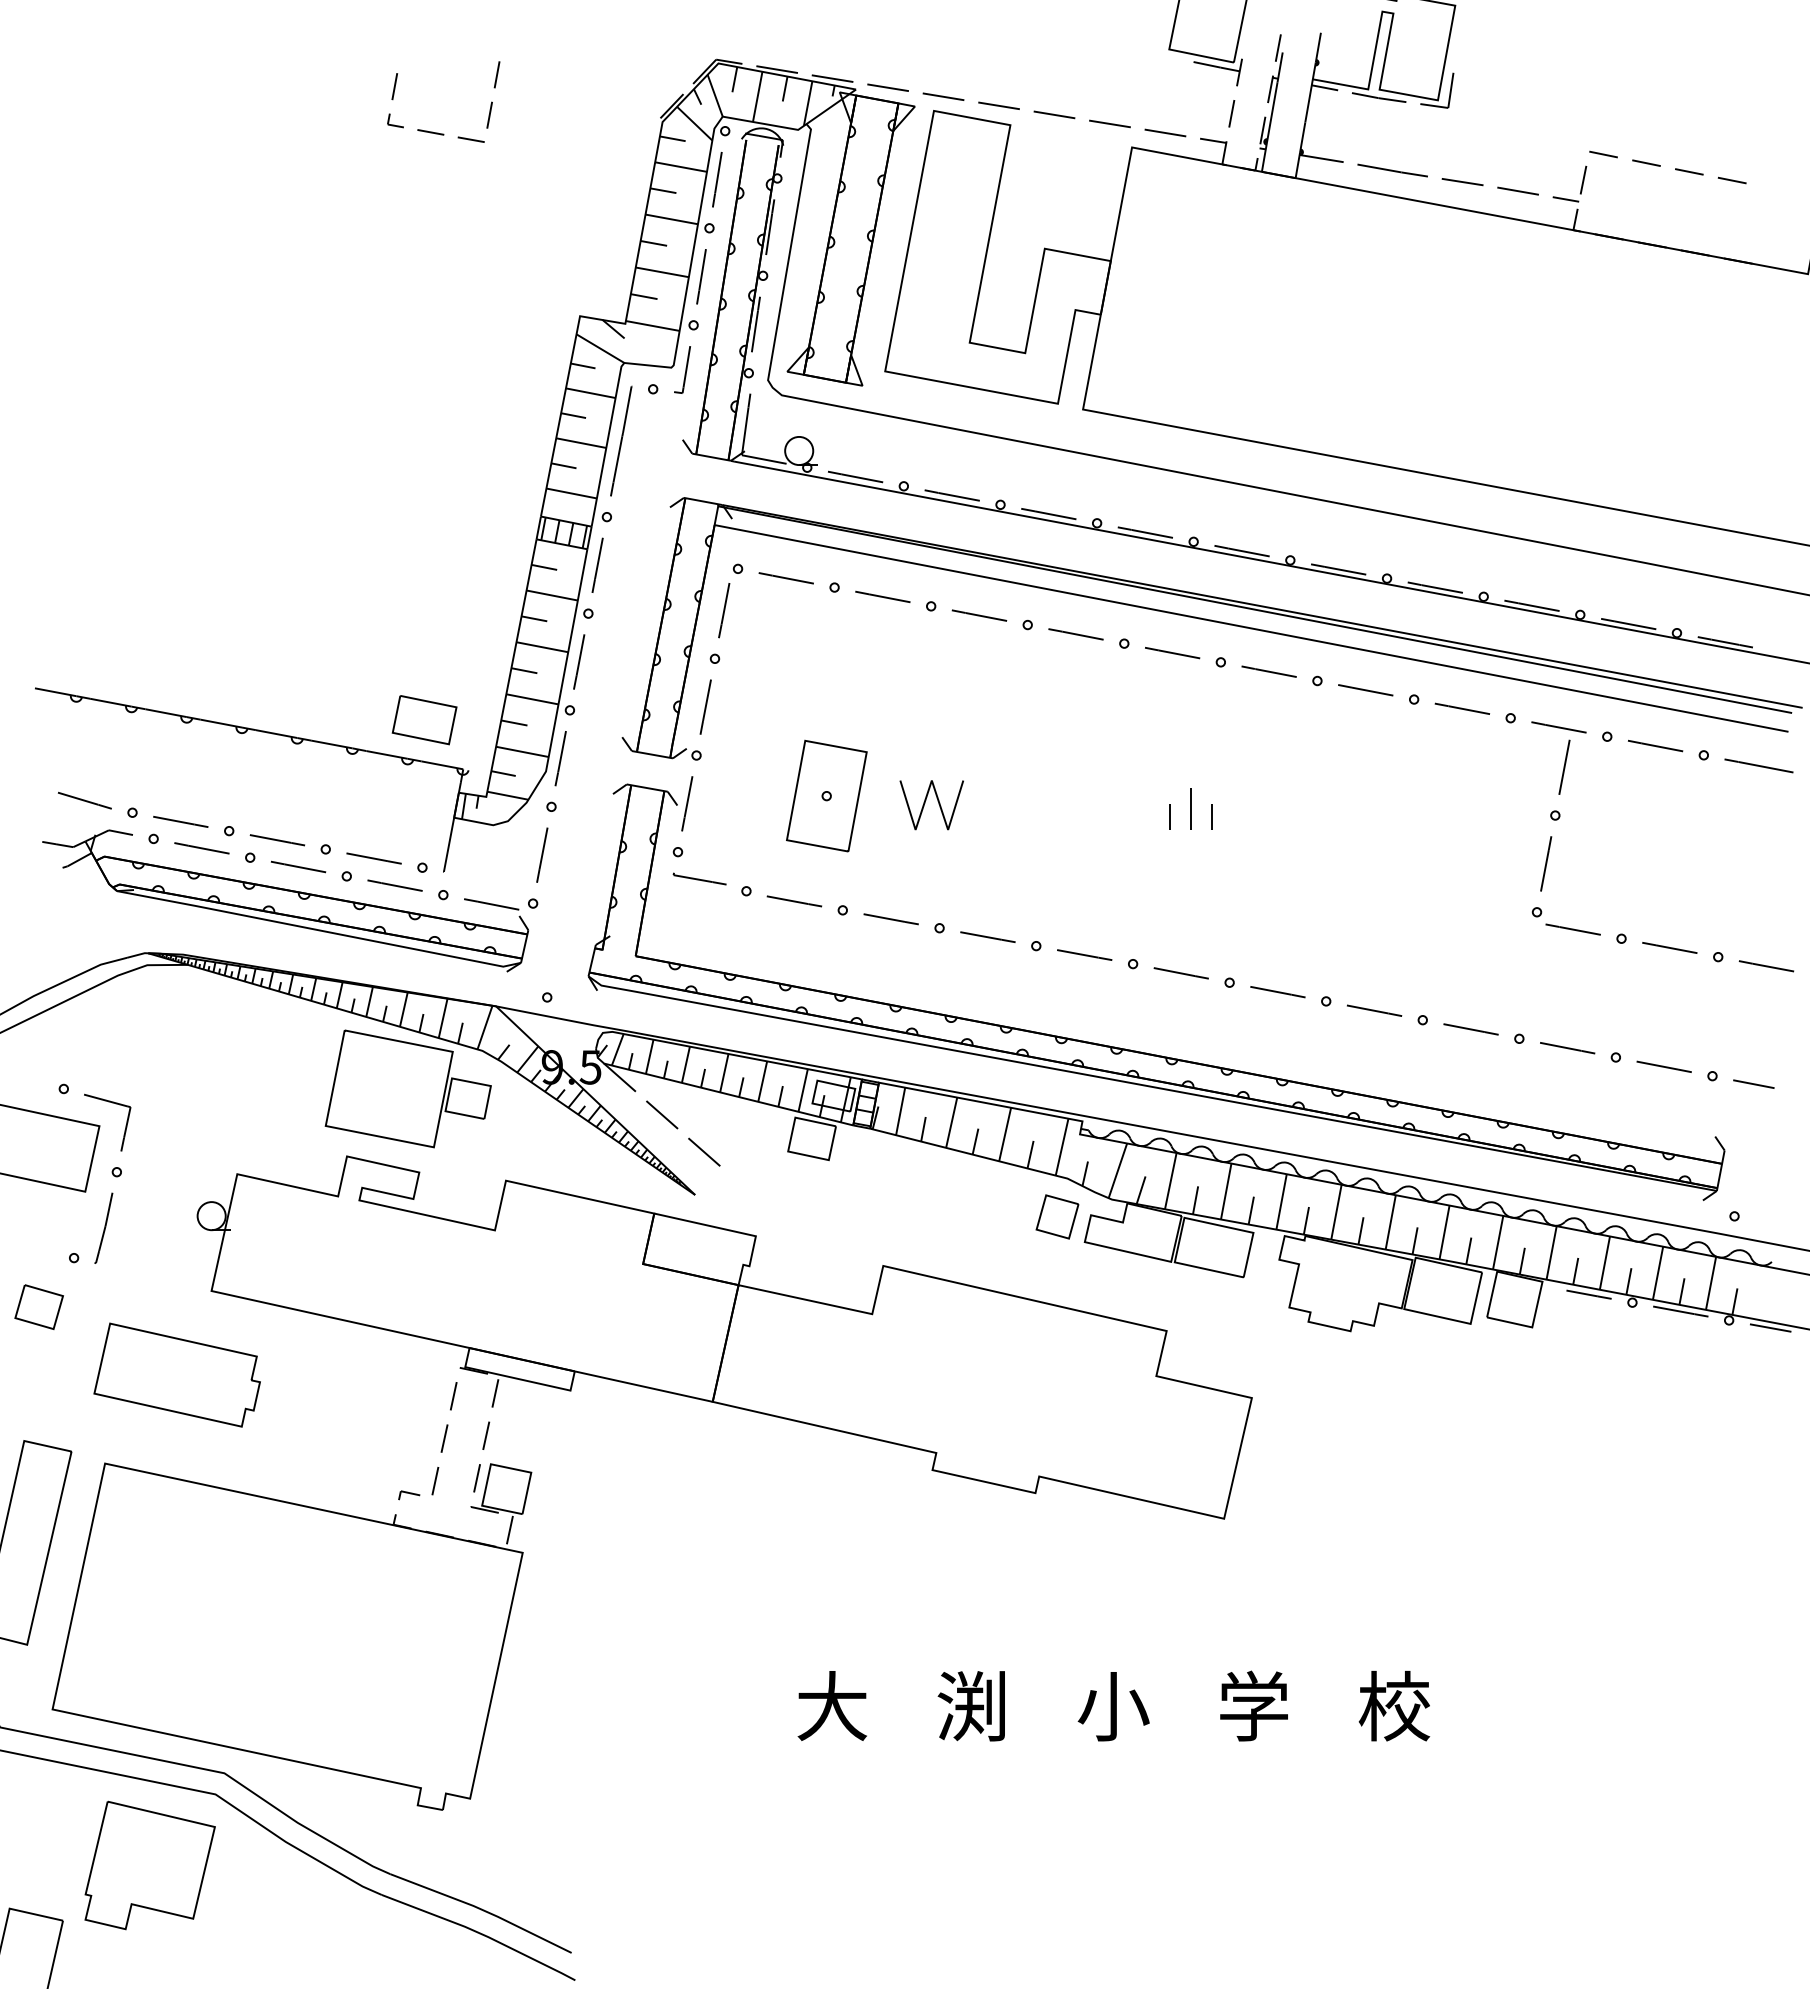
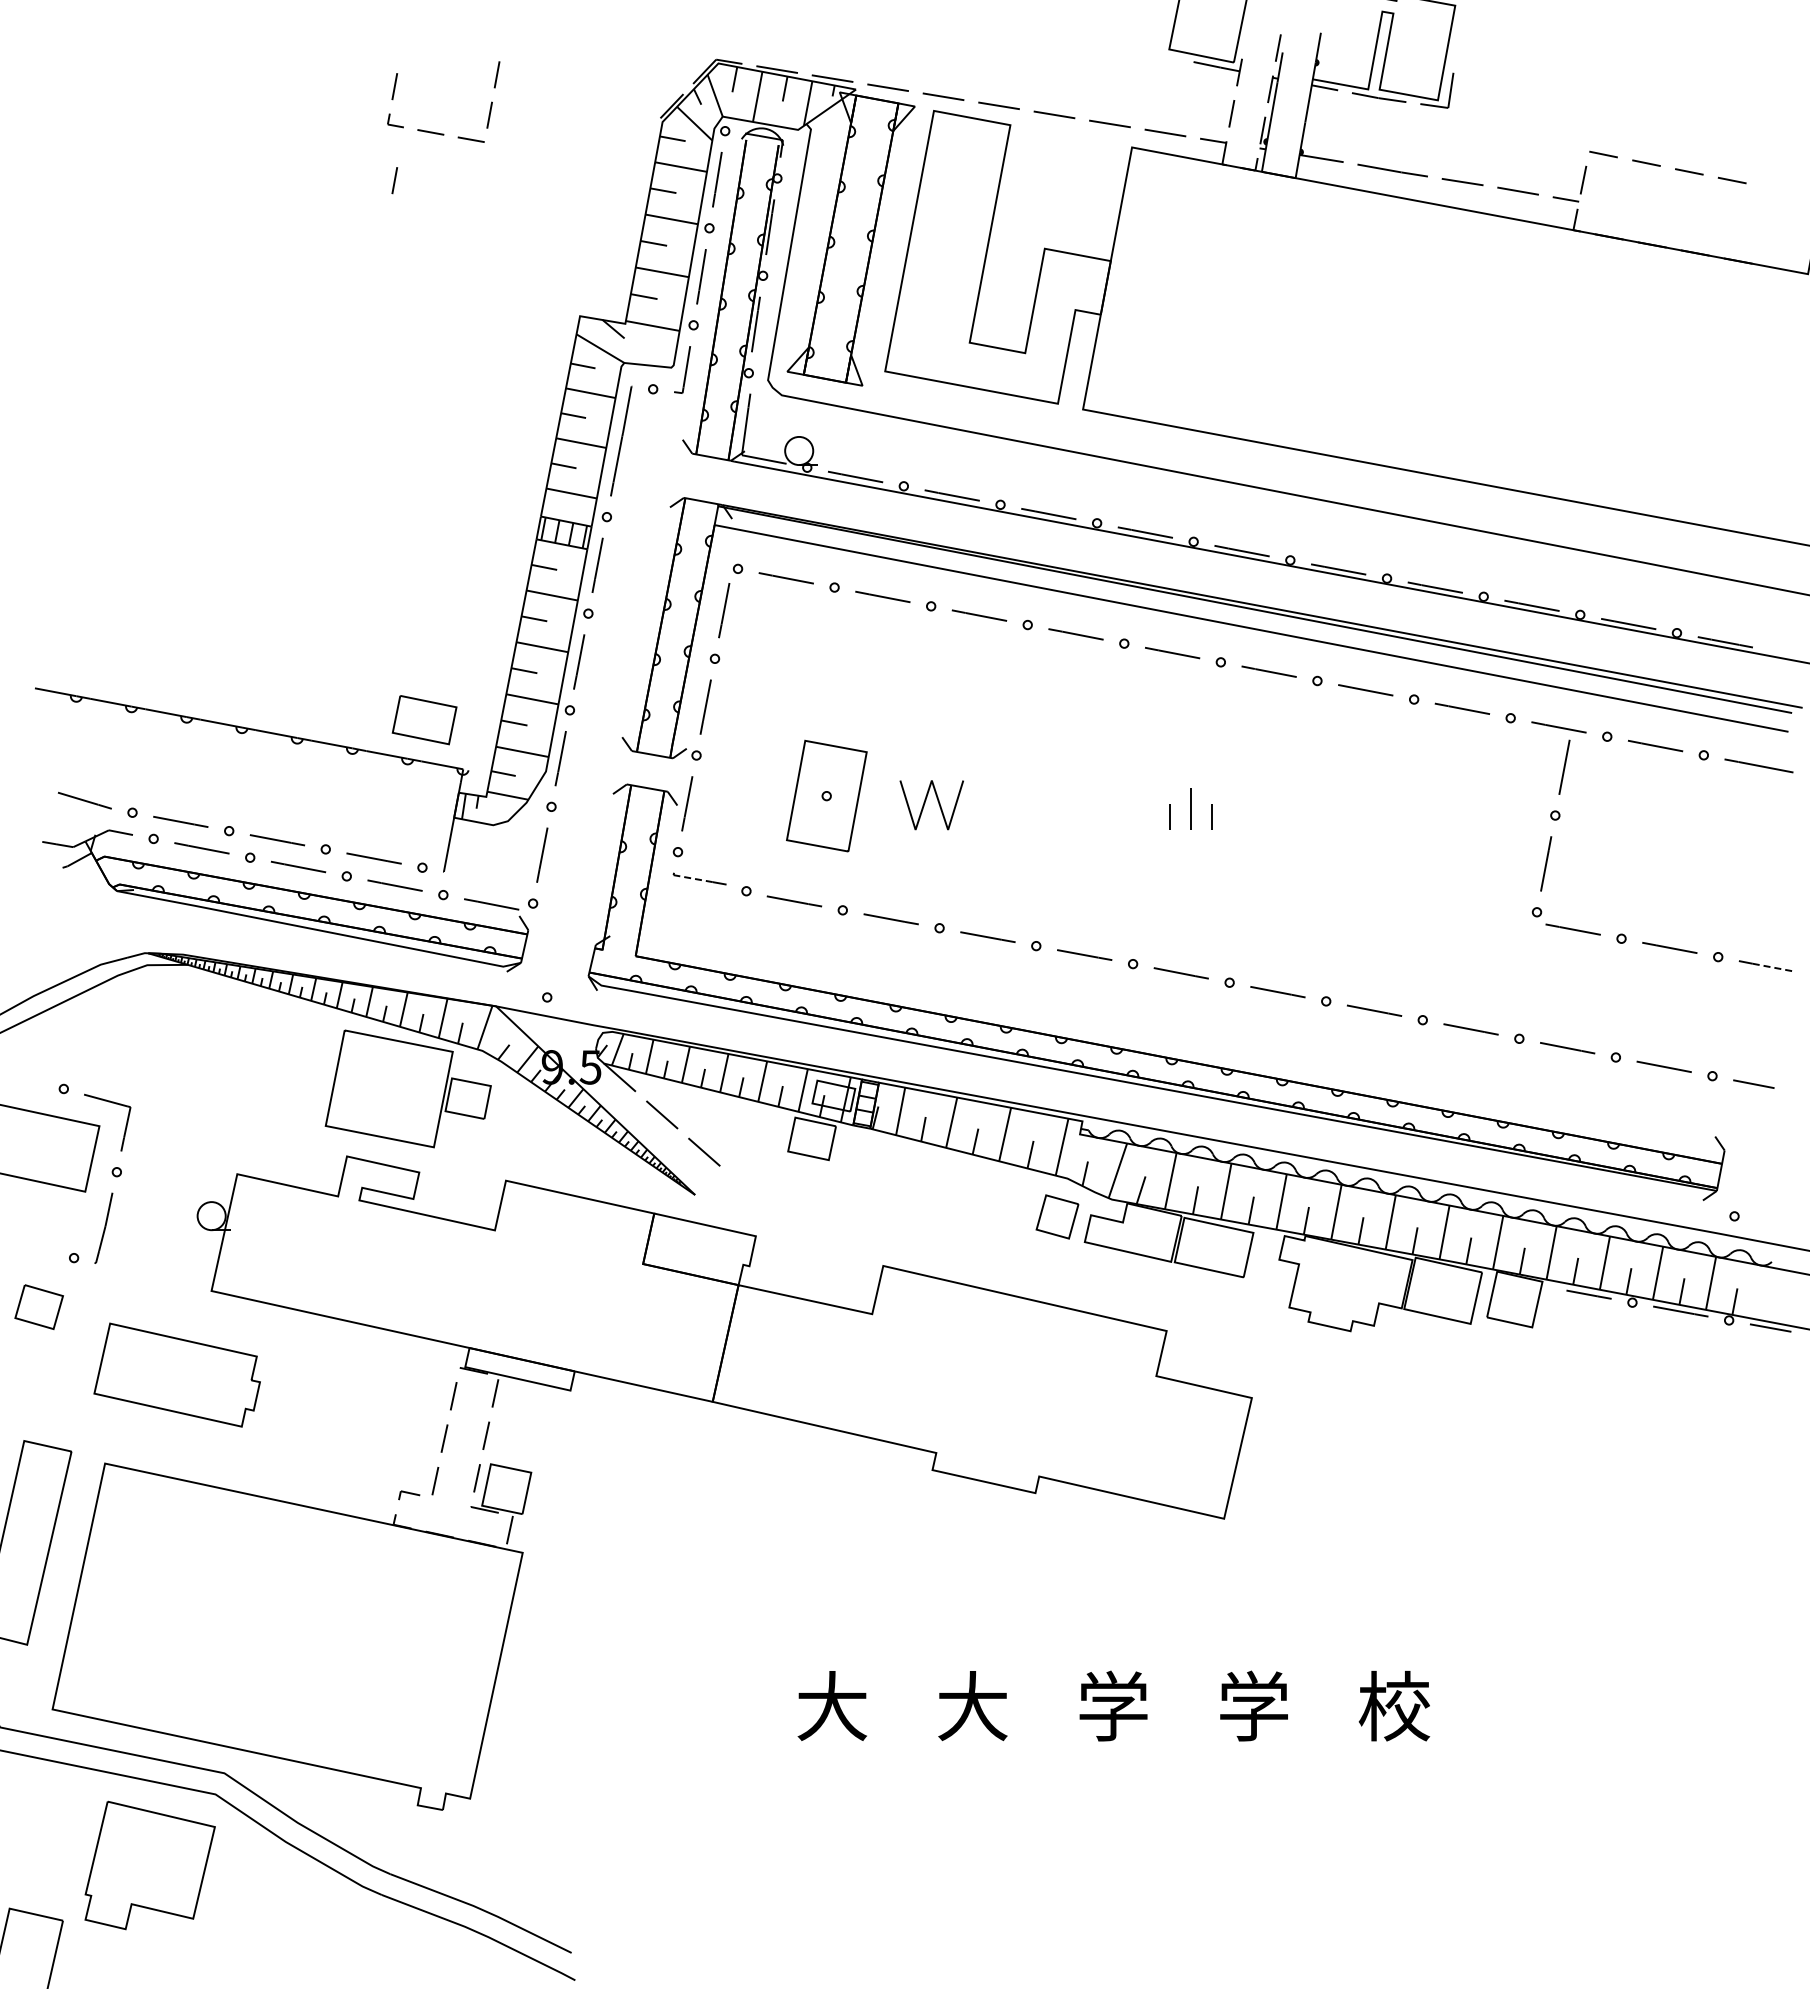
line at (394, 180): none -> present
line at (693, 878): solid -> dashed
line at (1773, 967): solid -> dashed
text at (1113, 1705): 小 -> 学
text at (972, 1706): 渕 -> 大
